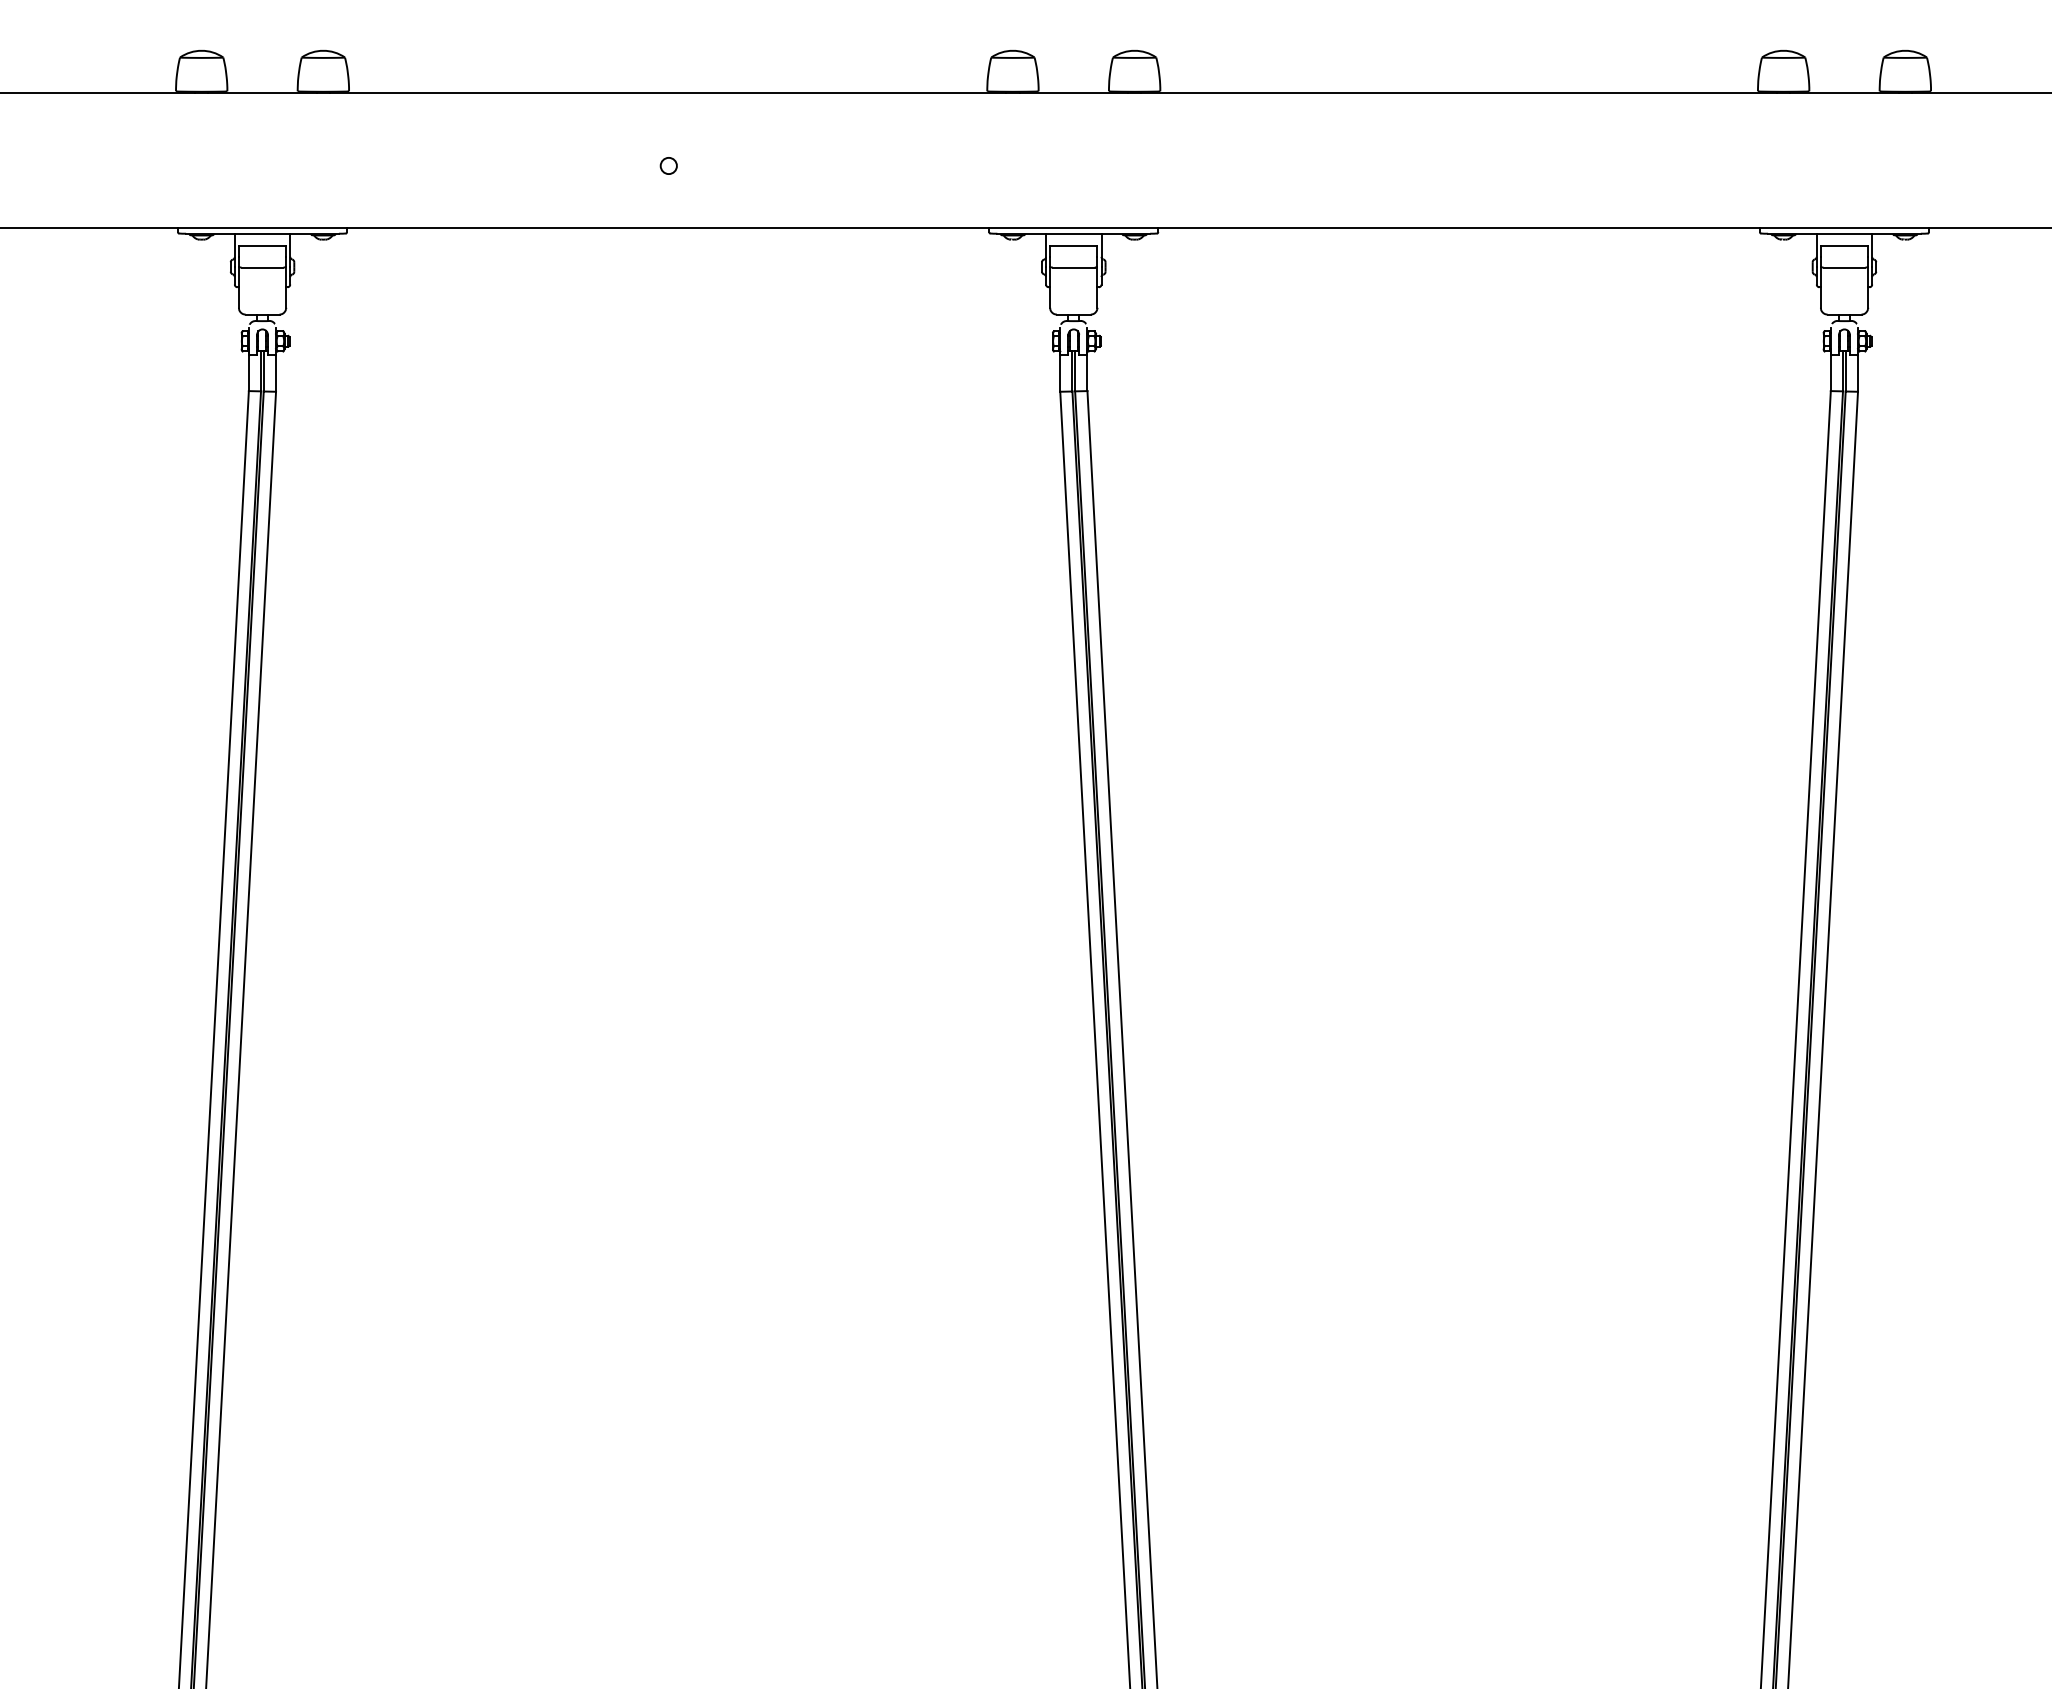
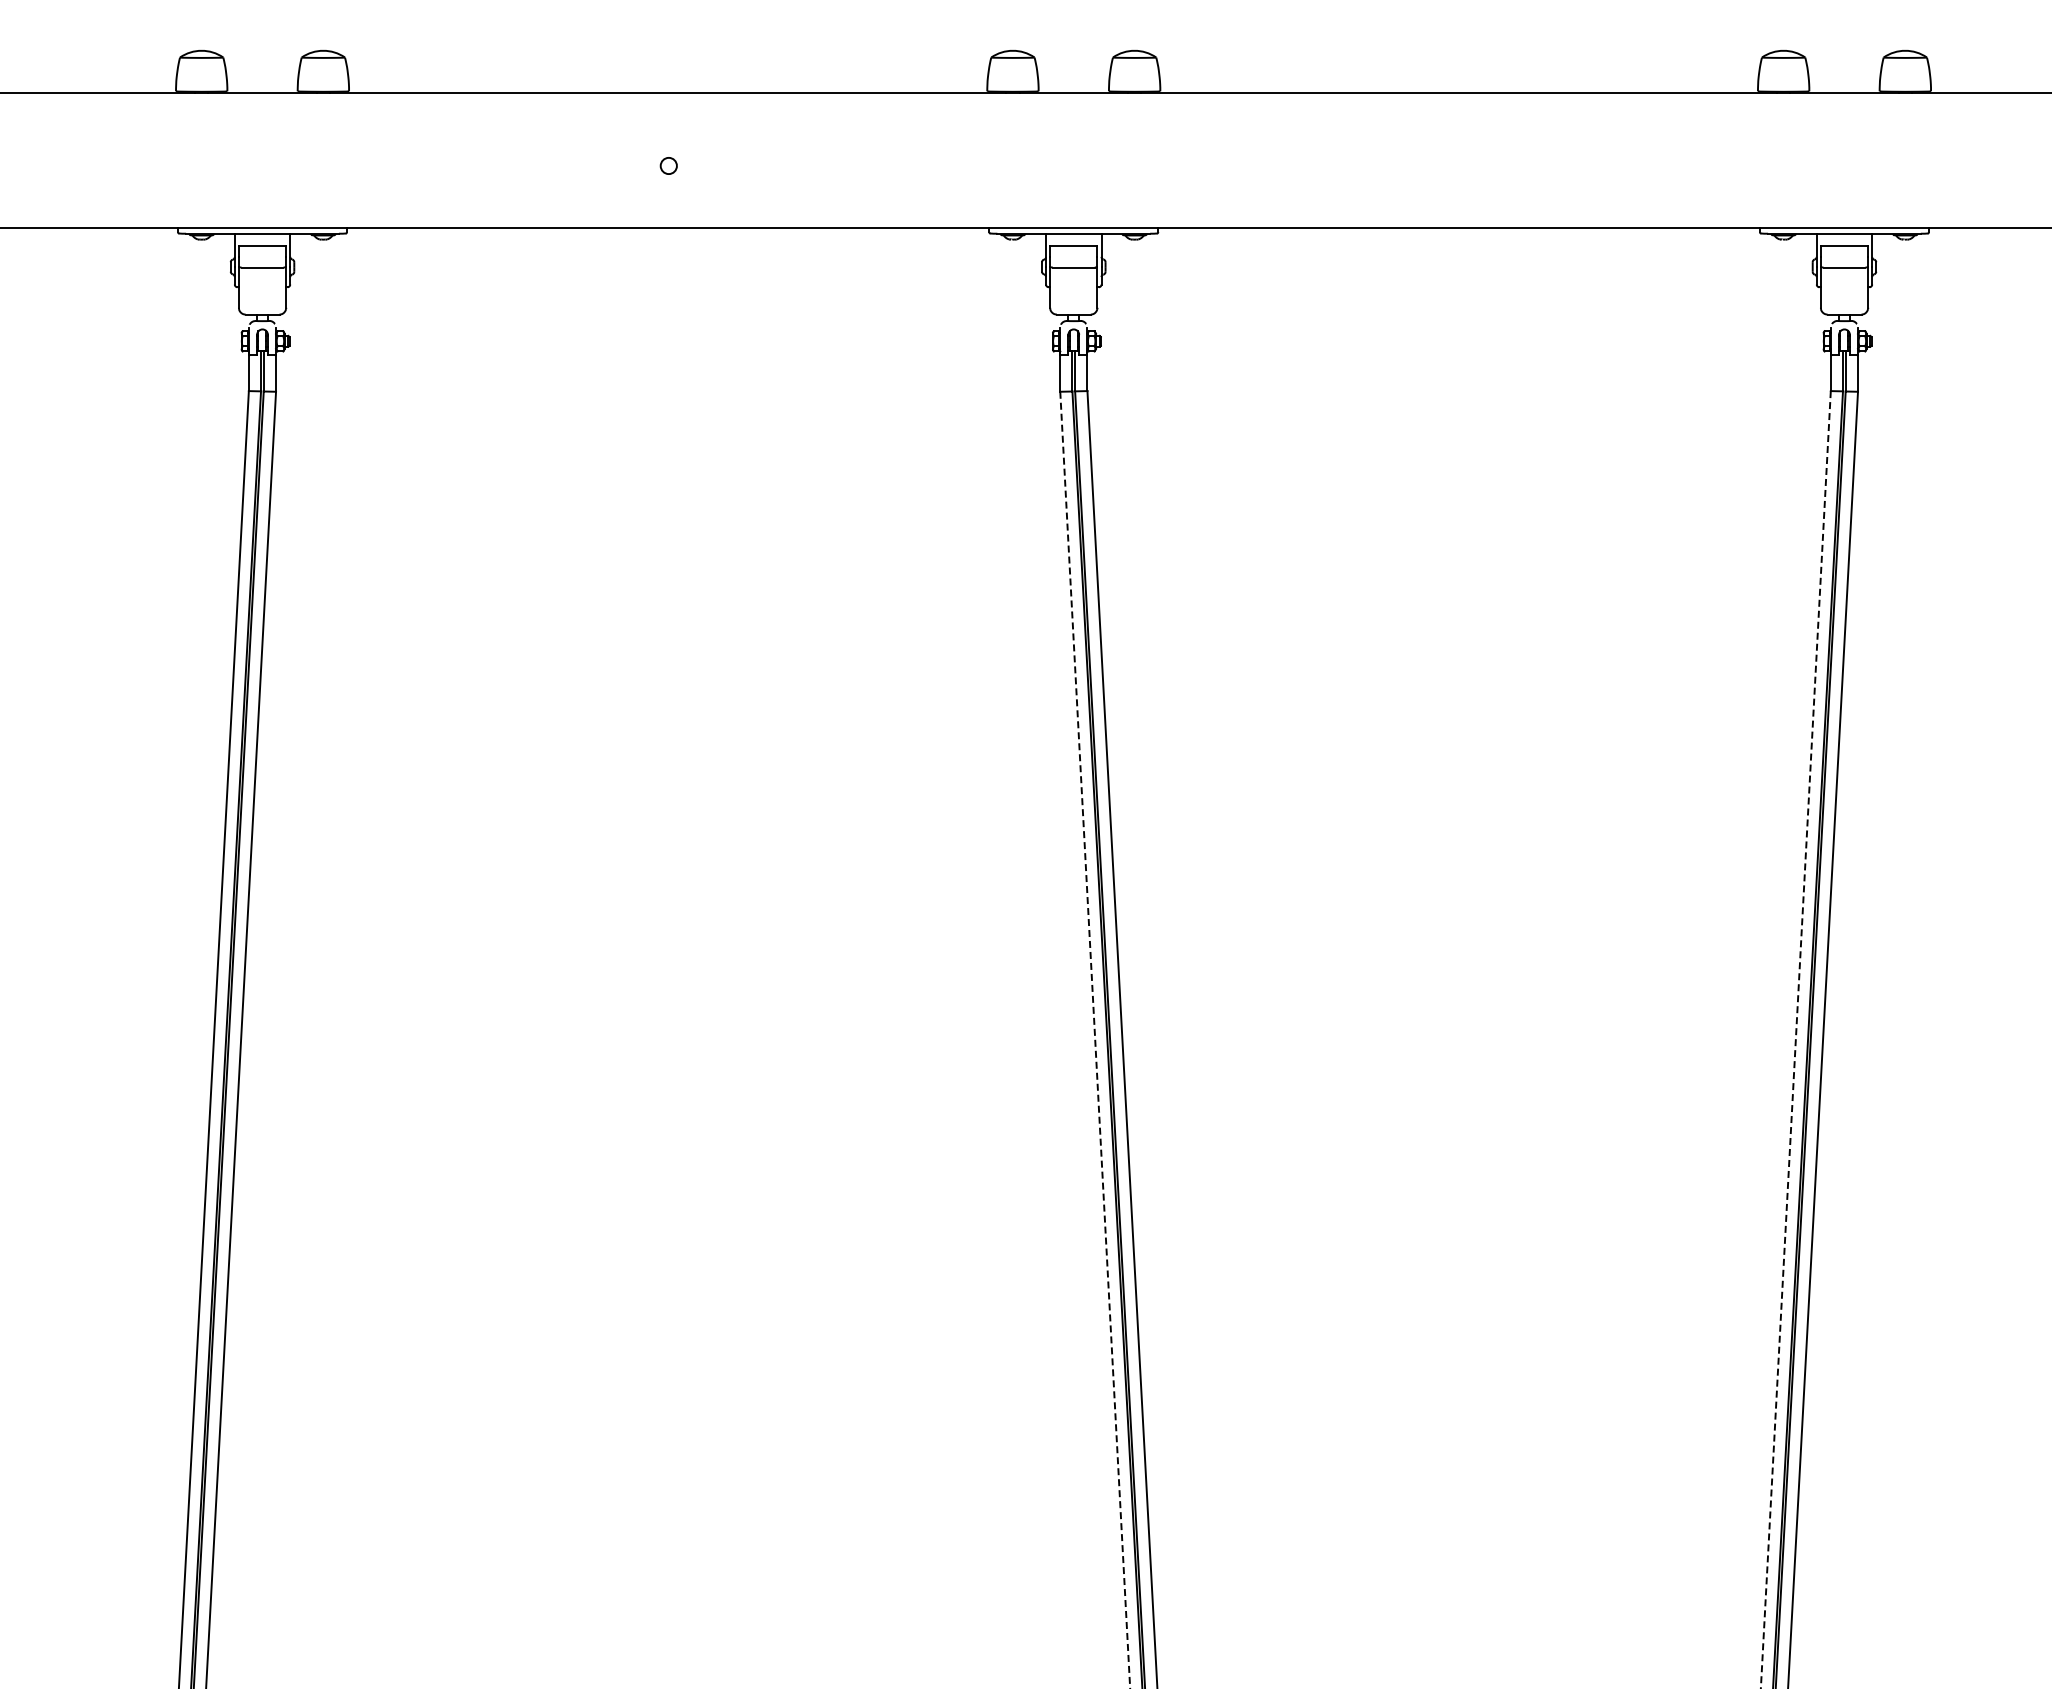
line at (1795, 1039): solid -> dashed
line at (1095, 1040): solid -> dashed
